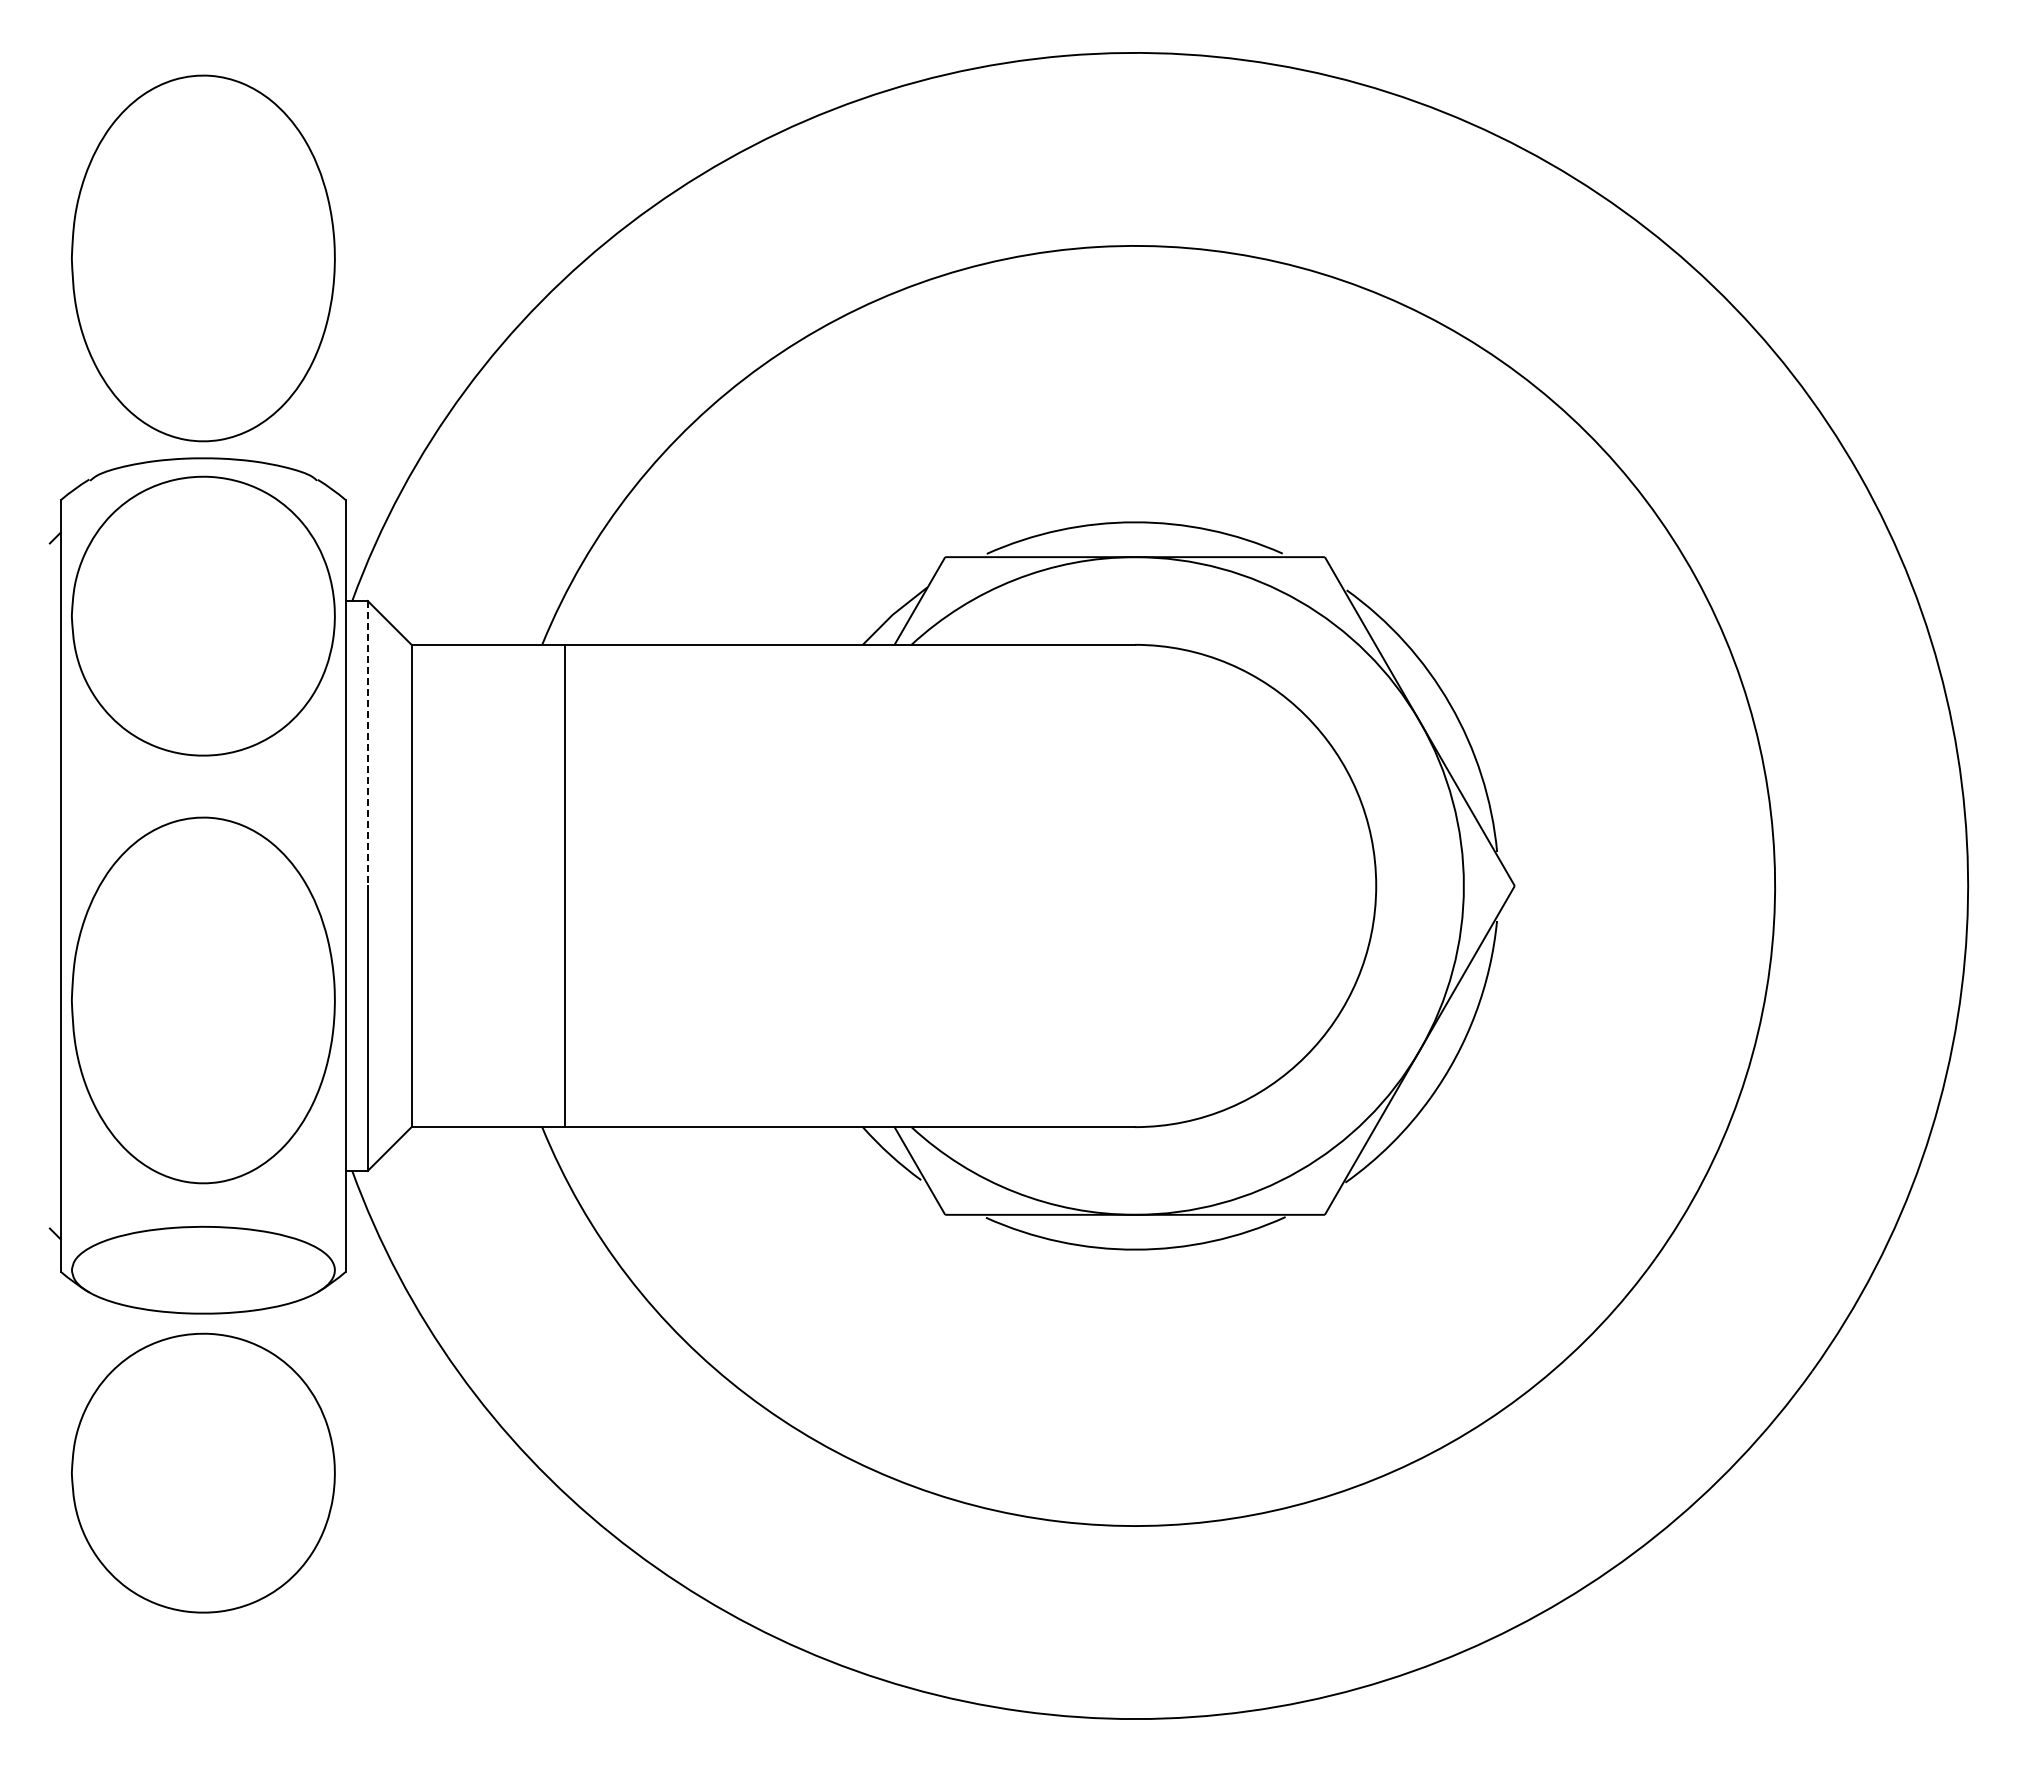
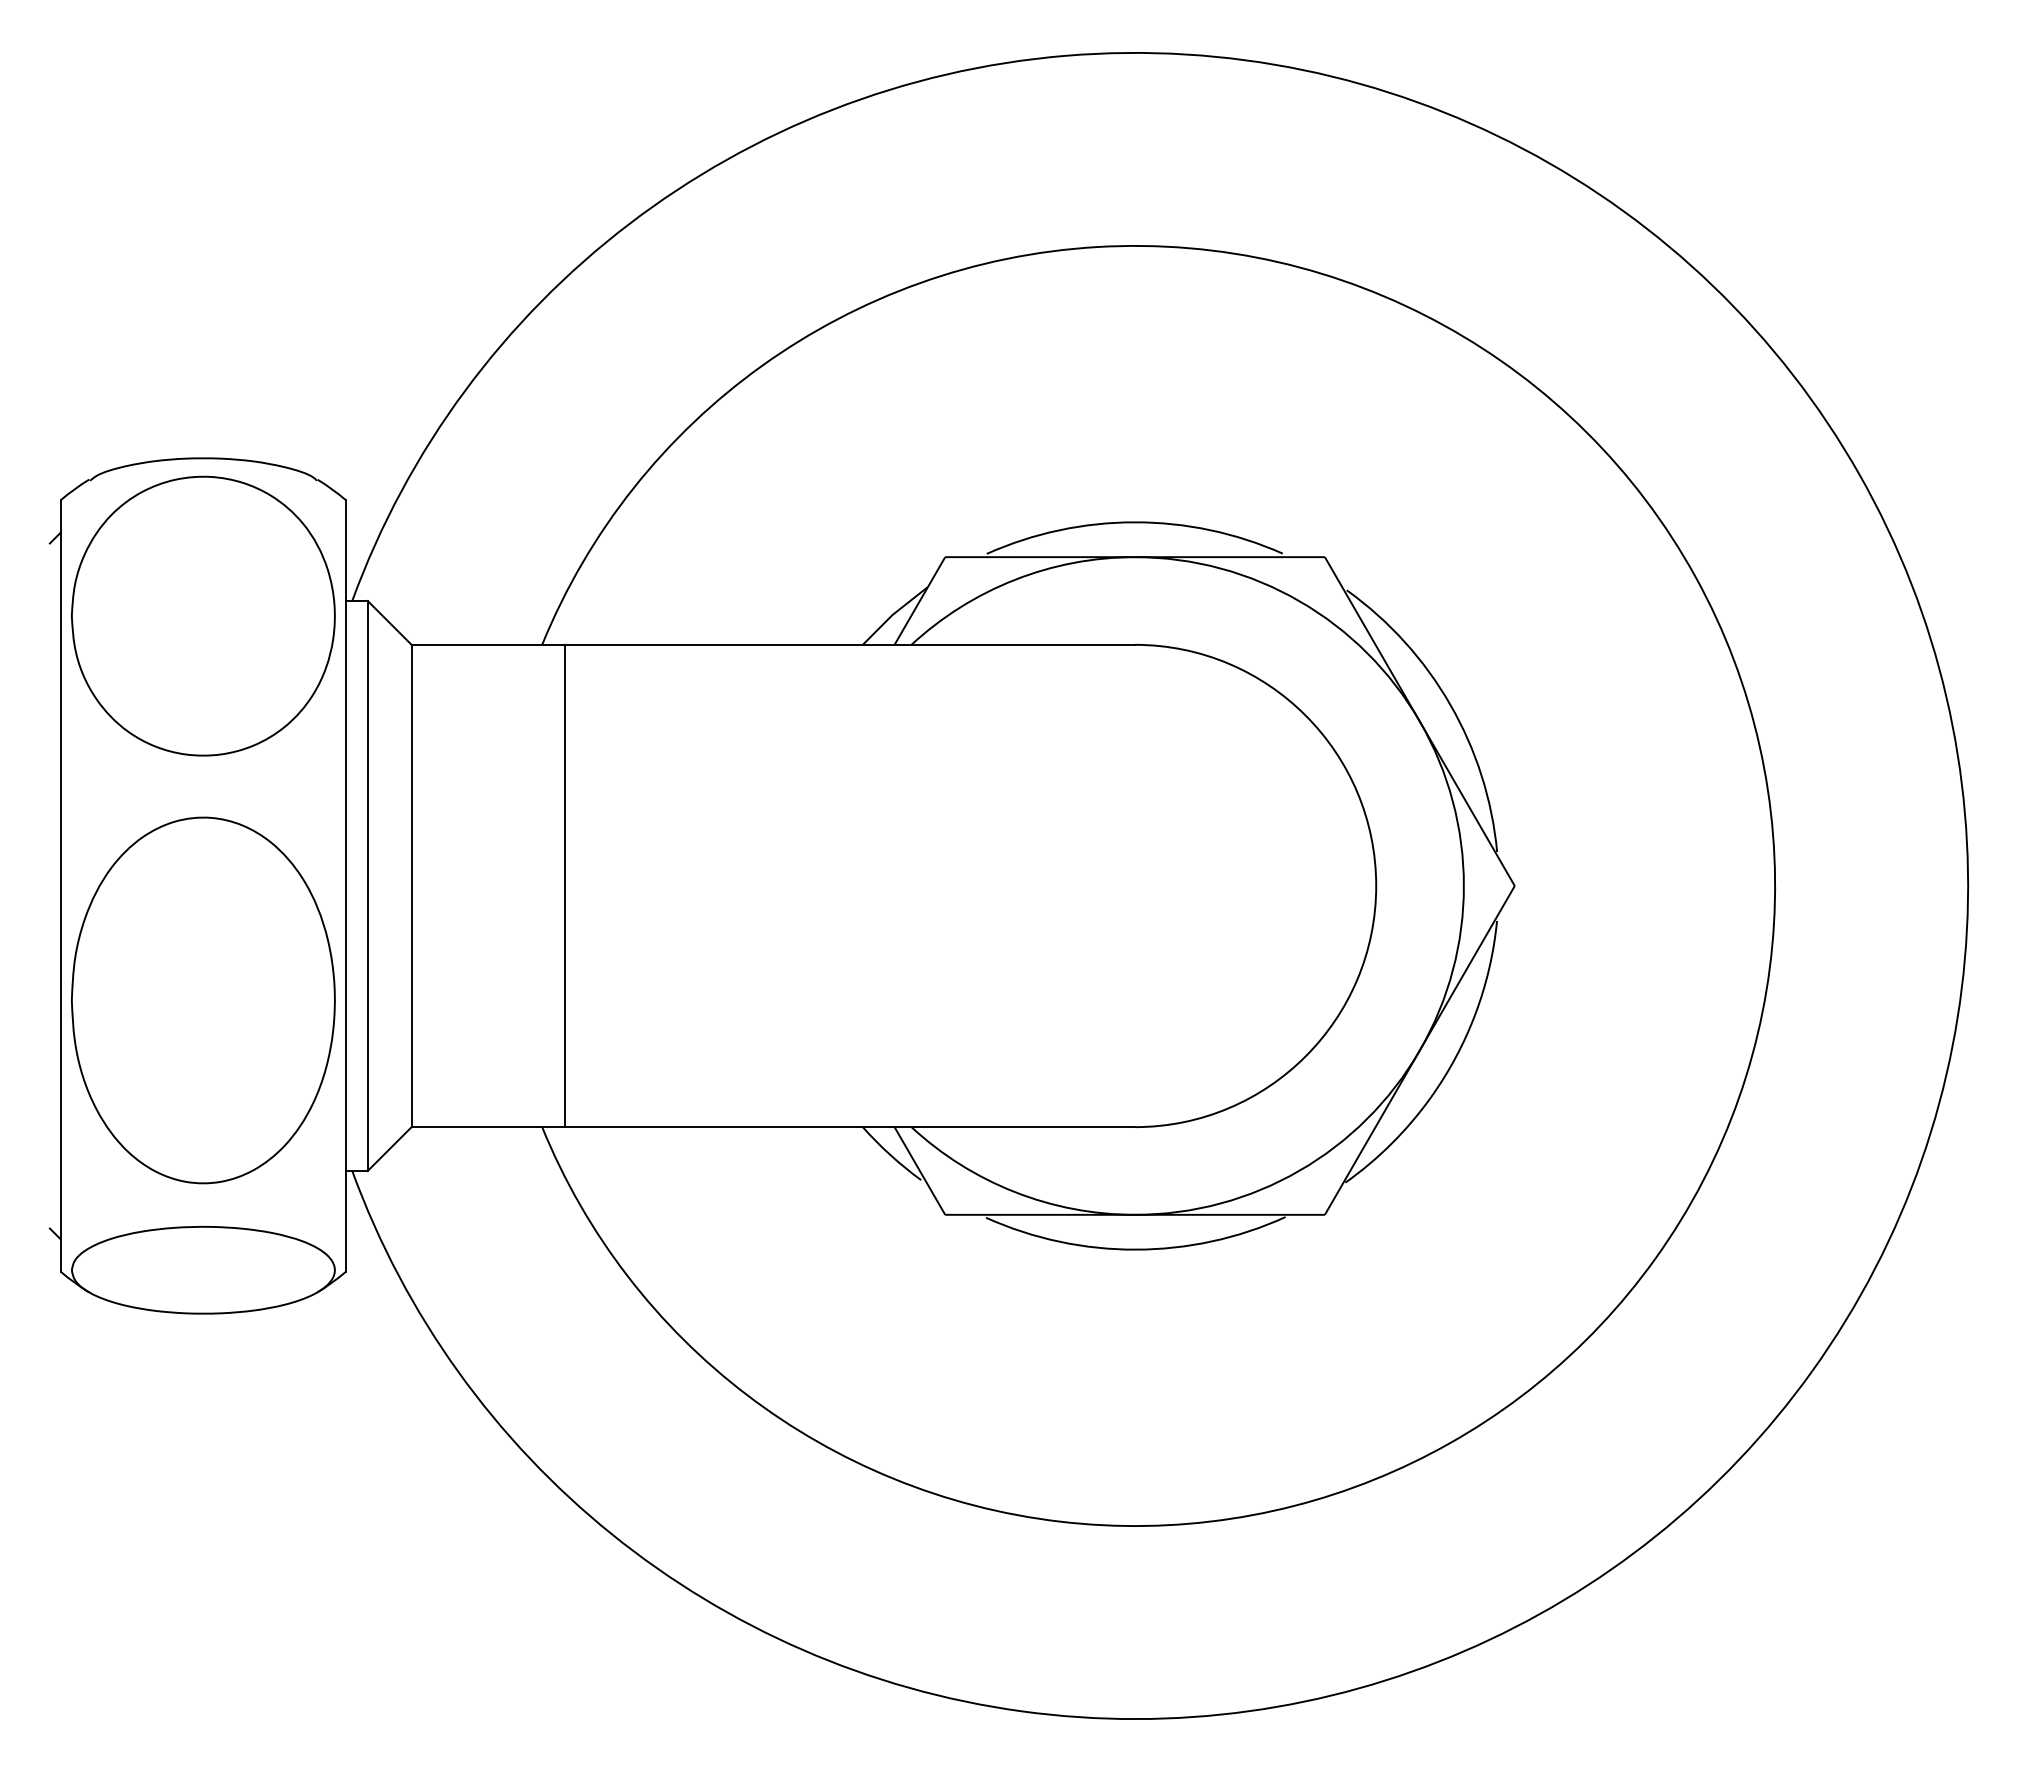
part at (203, 258): present -> none
line at (367, 744): dashed -> solid
part at (203, 1472): present -> none
